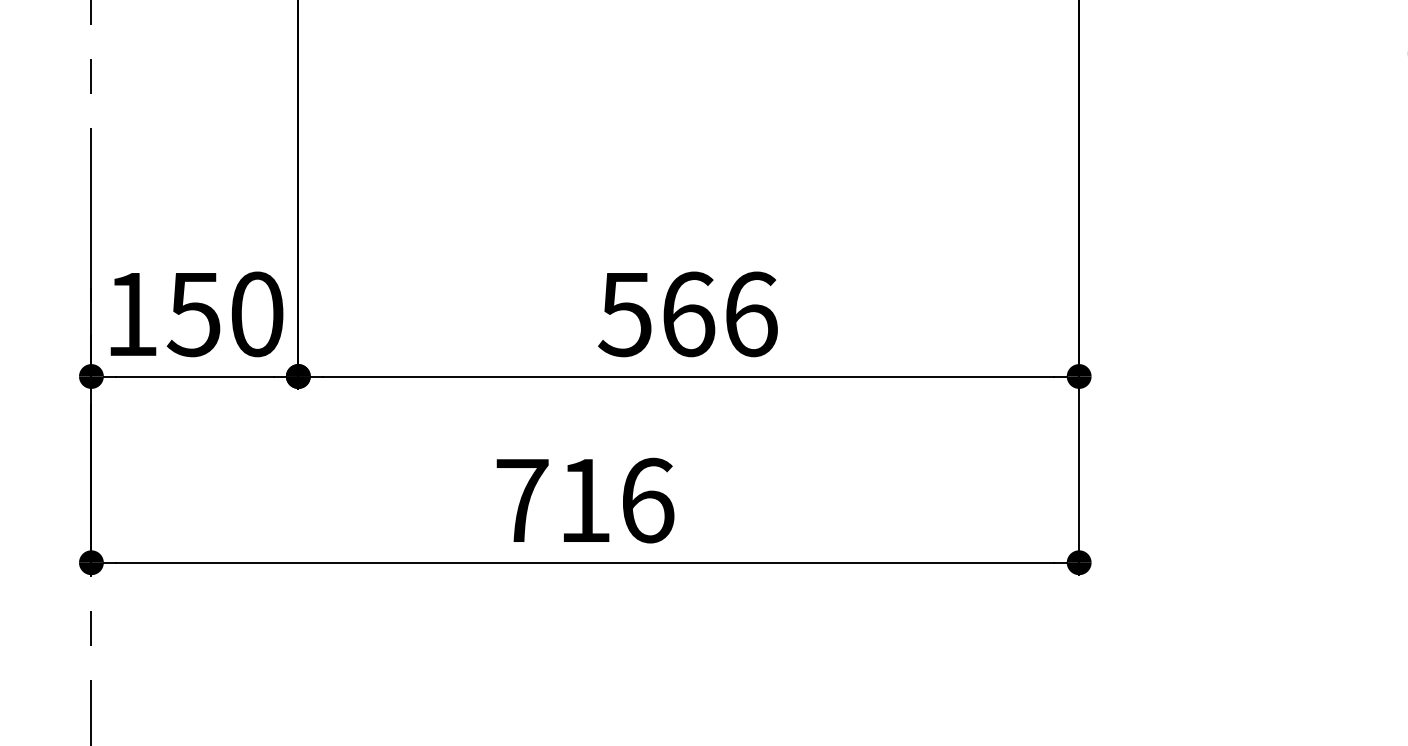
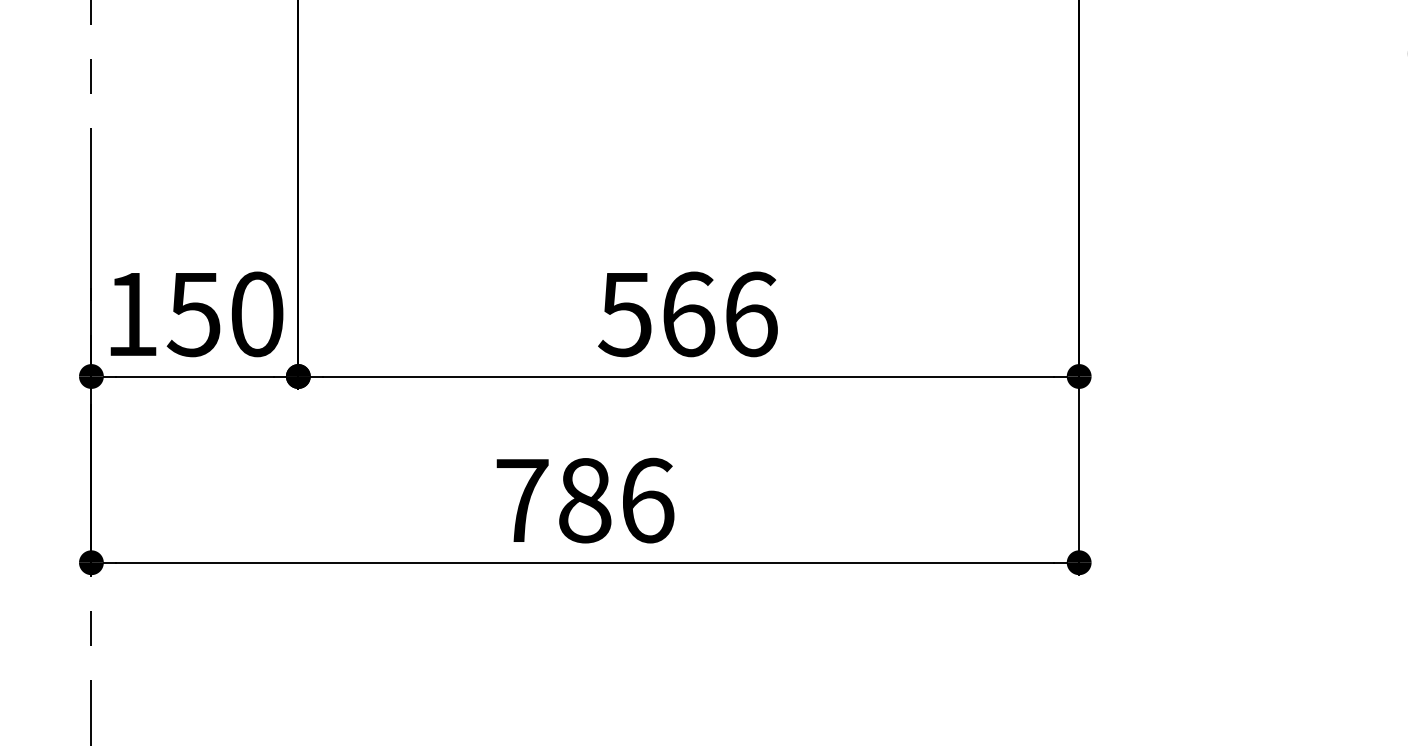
text at (585, 500): 716 -> 786
